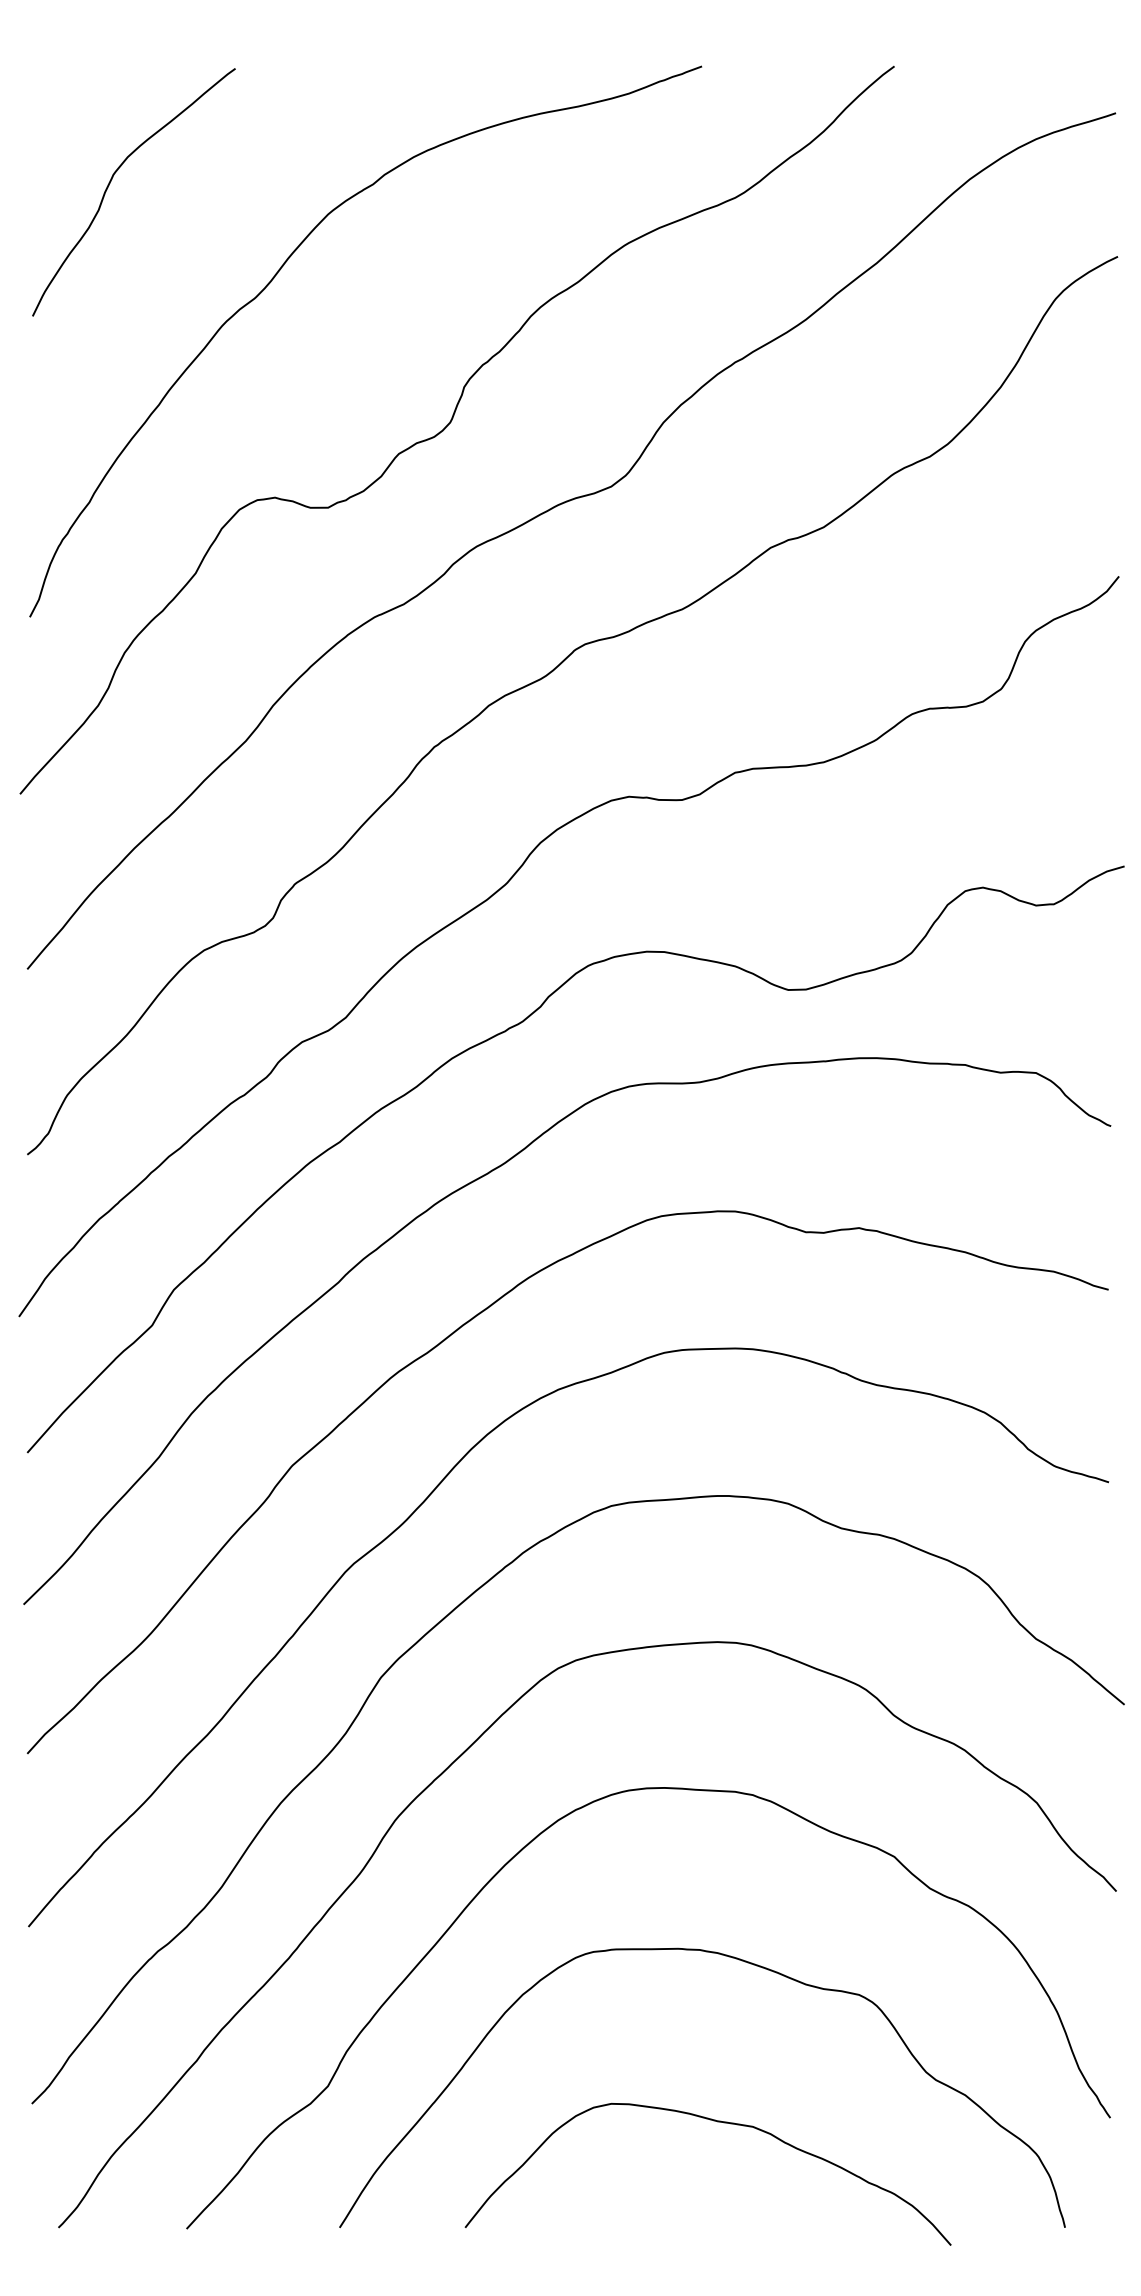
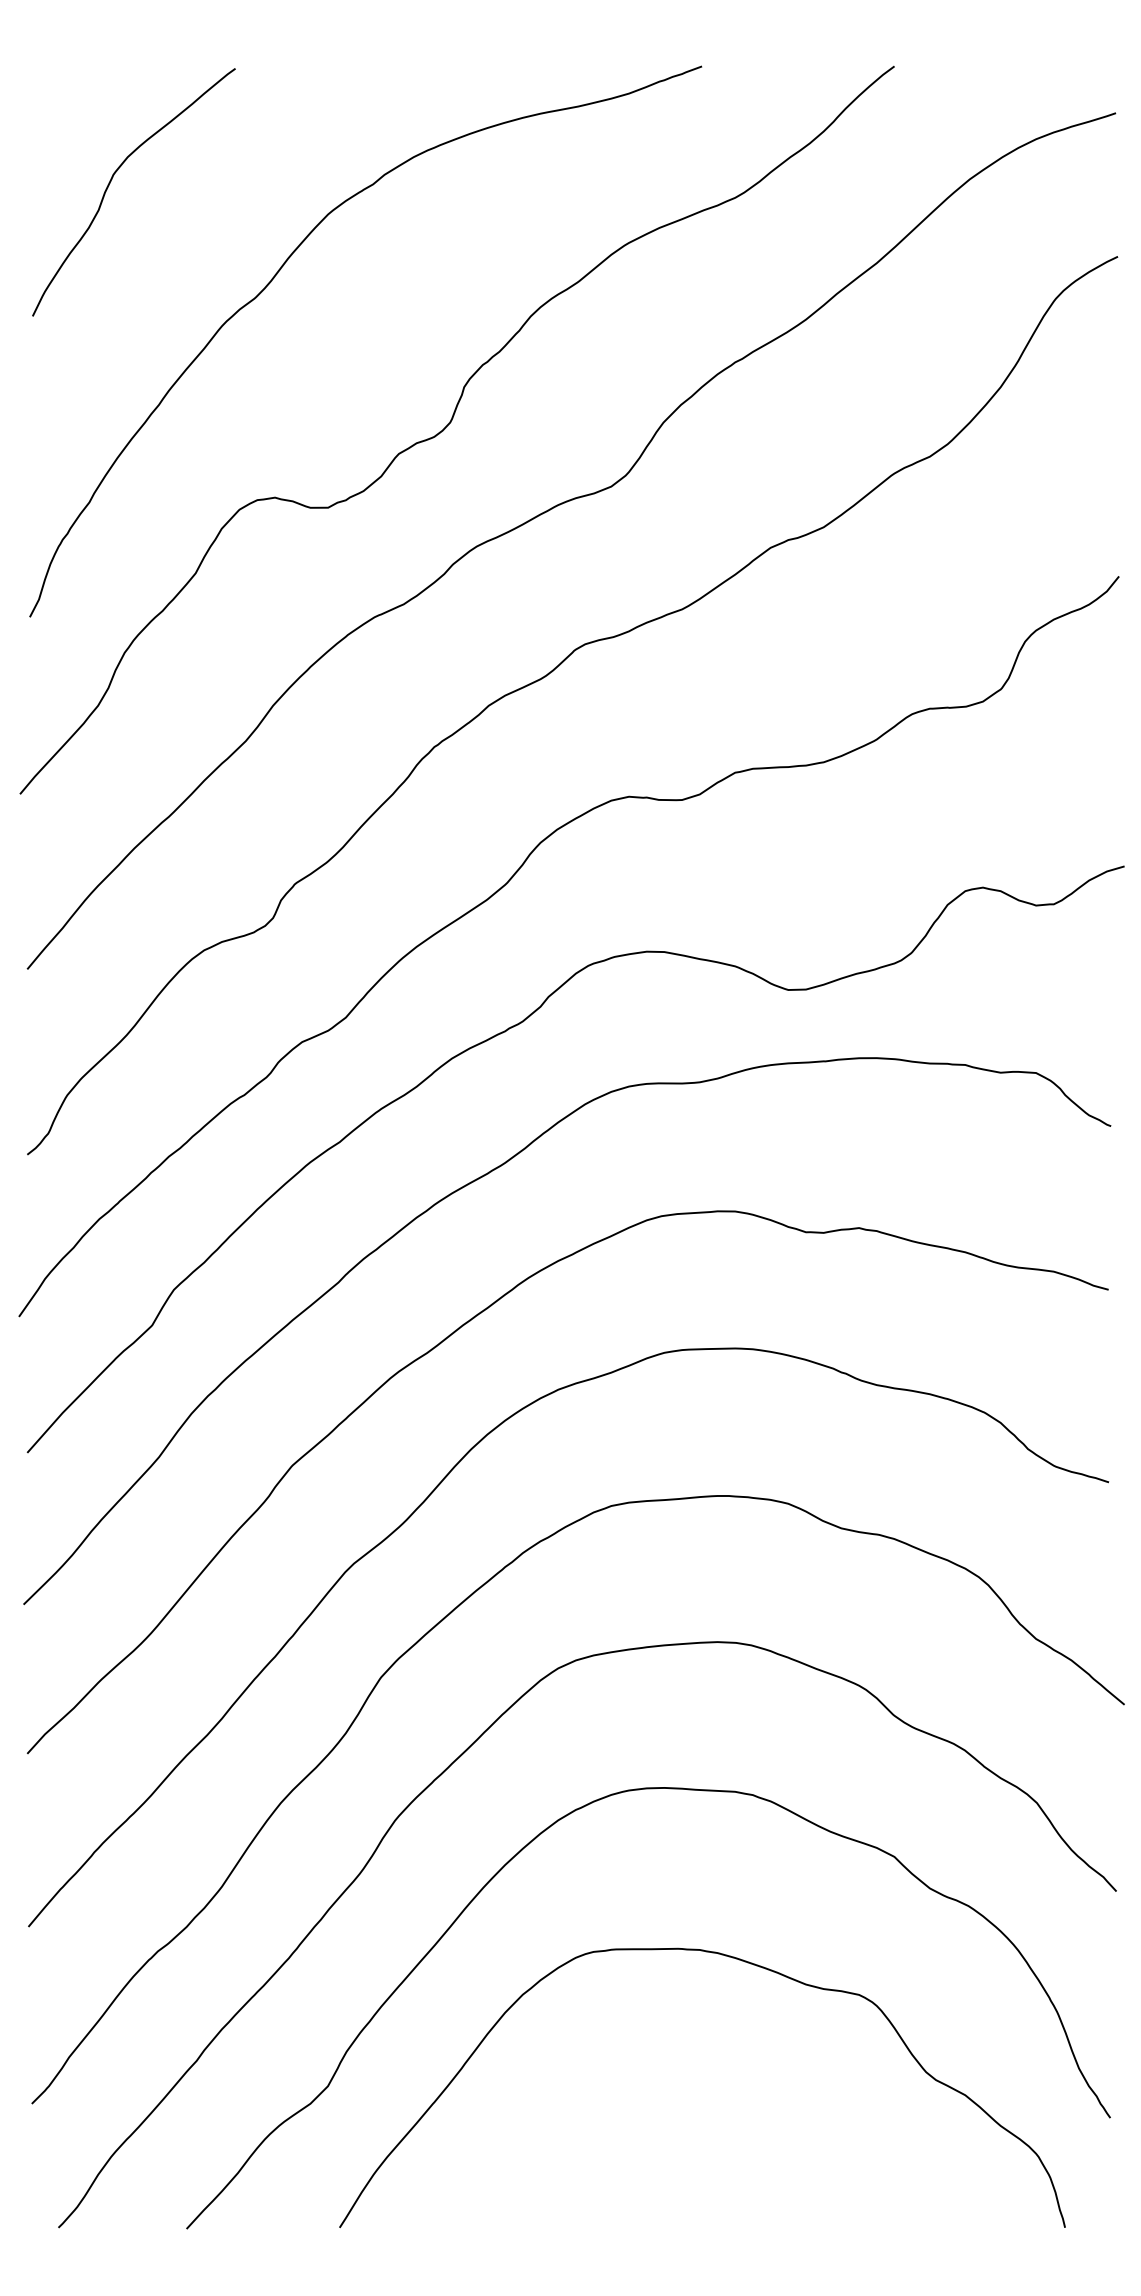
curve at (717, 2122): present -> none
